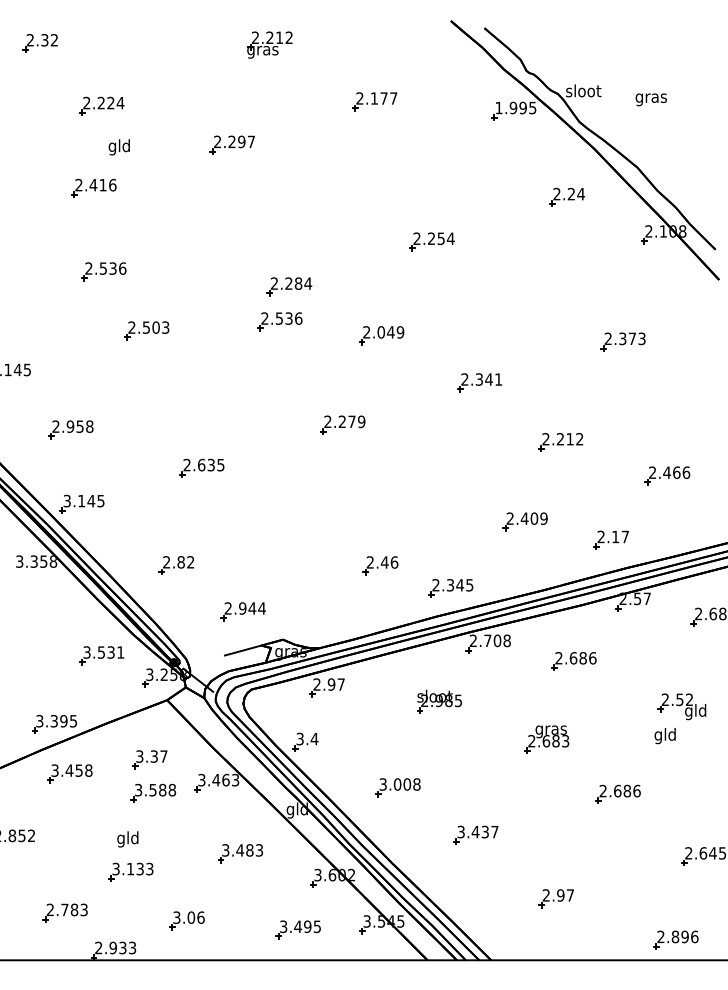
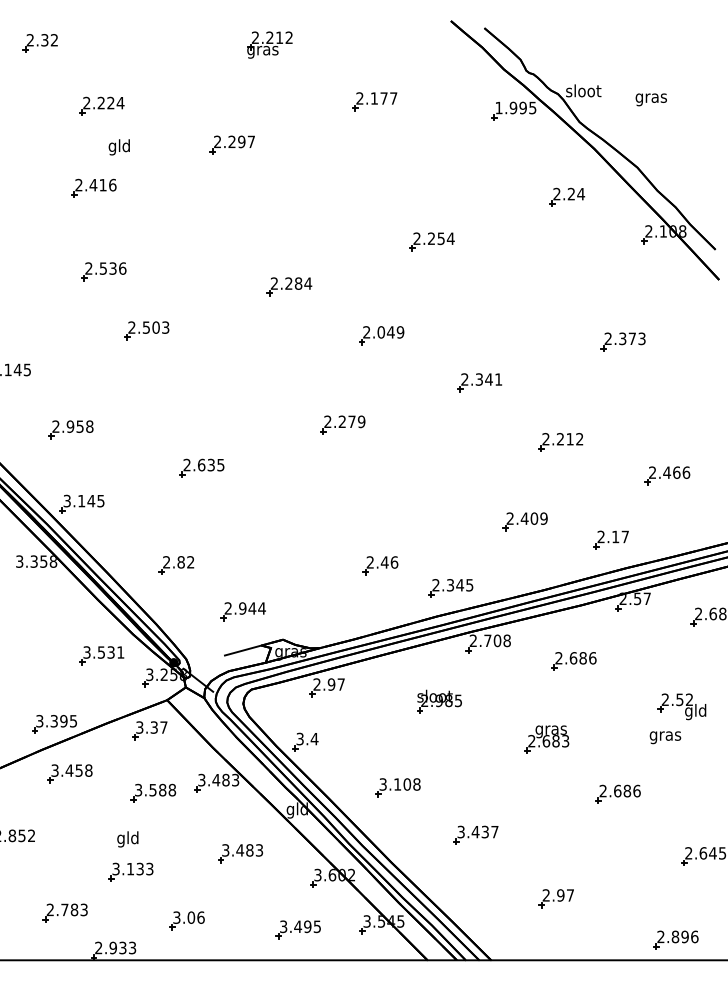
part at (279, 321): present -> none
text at (665, 736): gld -> gras
part at (149, 759) position: (149, 759) -> (149, 730)
text at (225, 779): 3.463 -> 3.483
text at (397, 784): 3.008 -> 3.108
